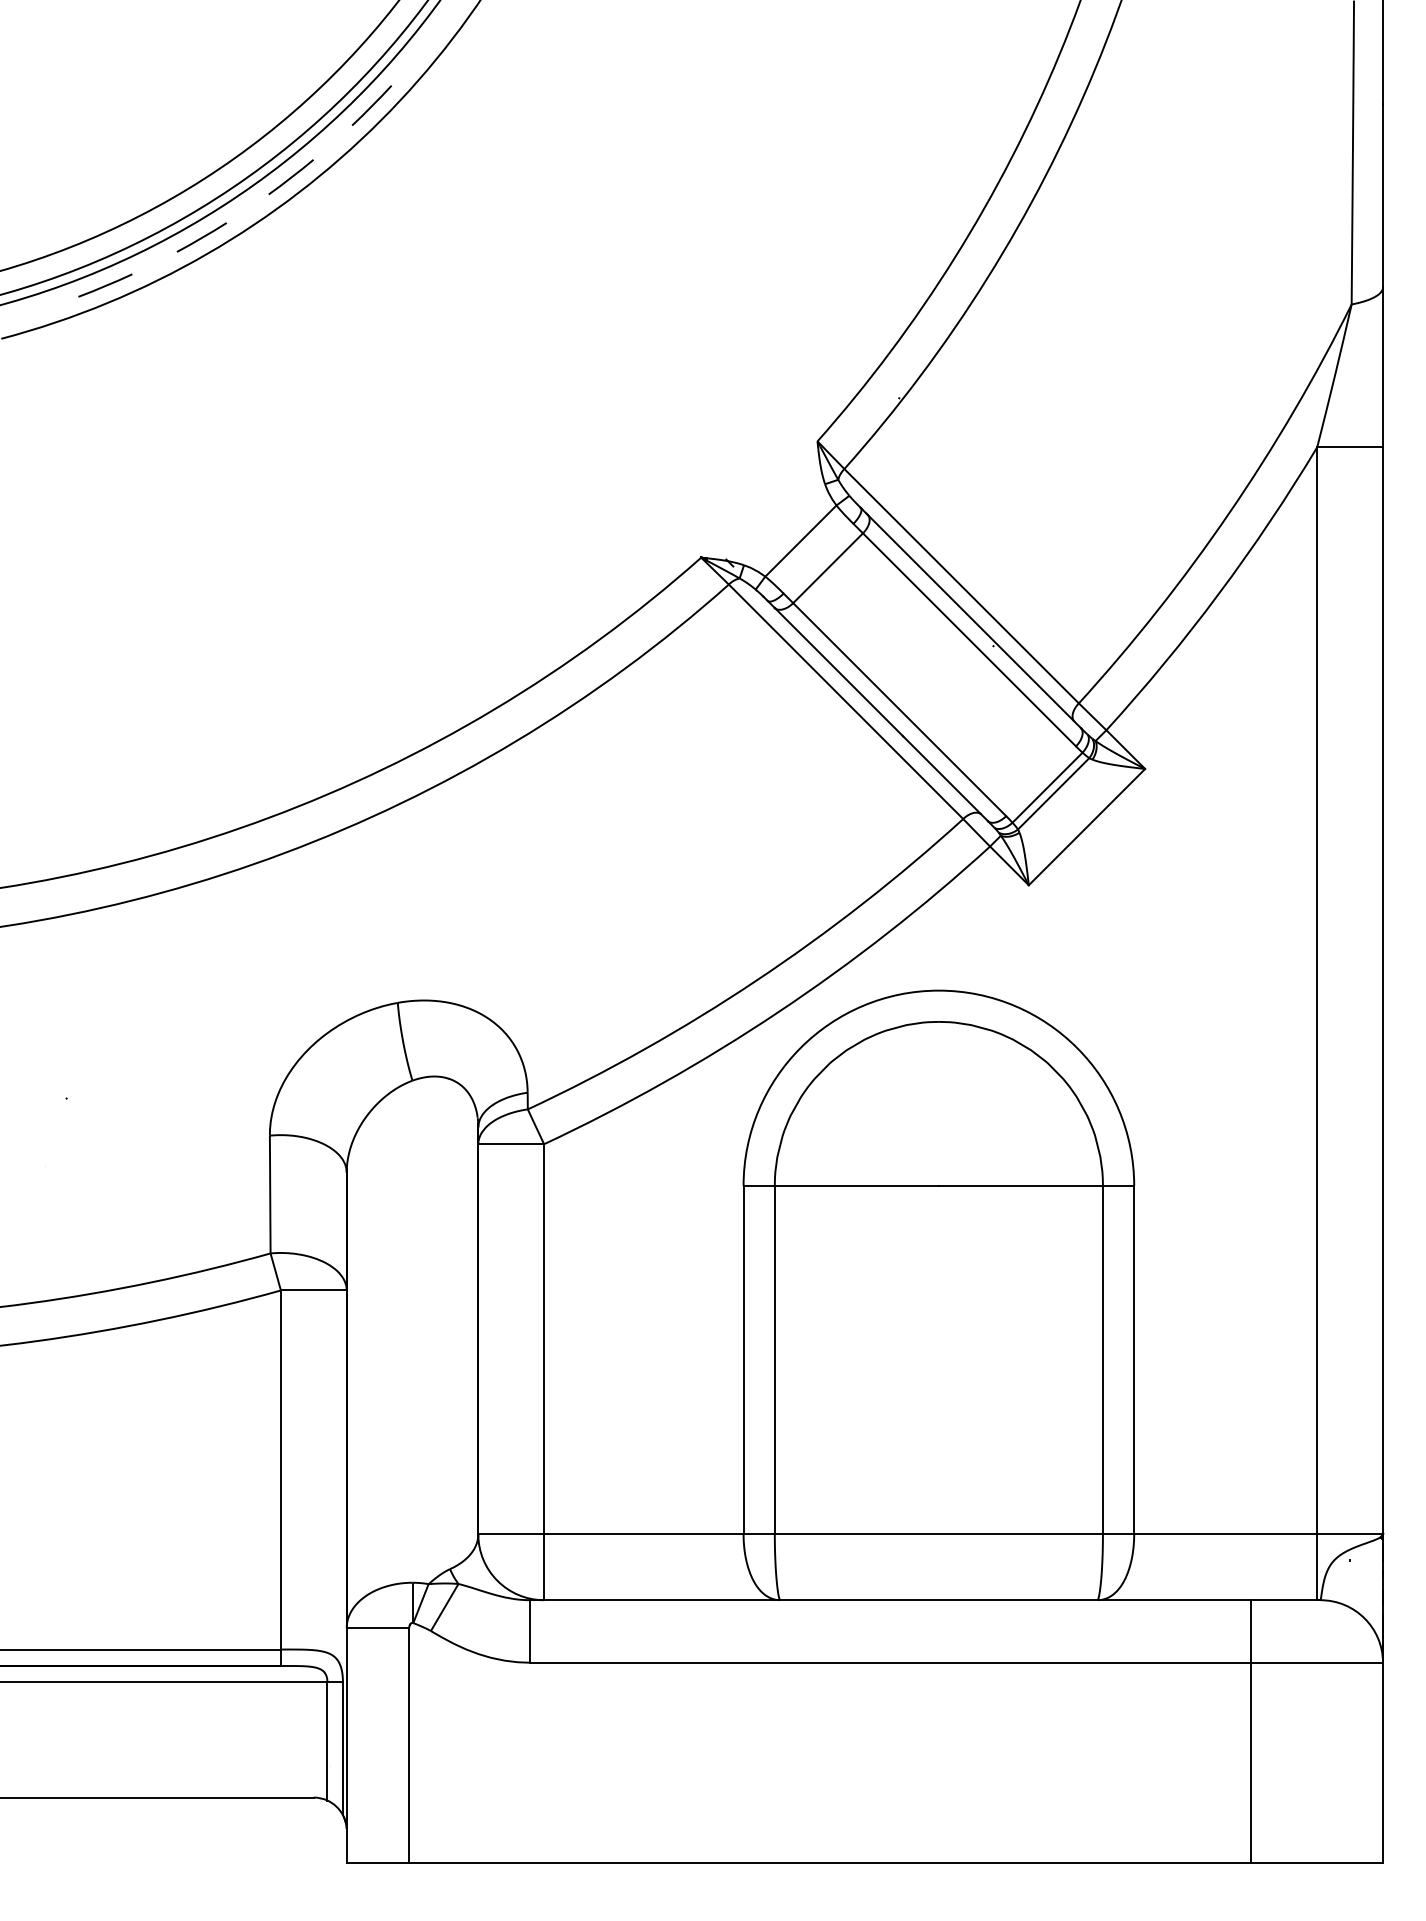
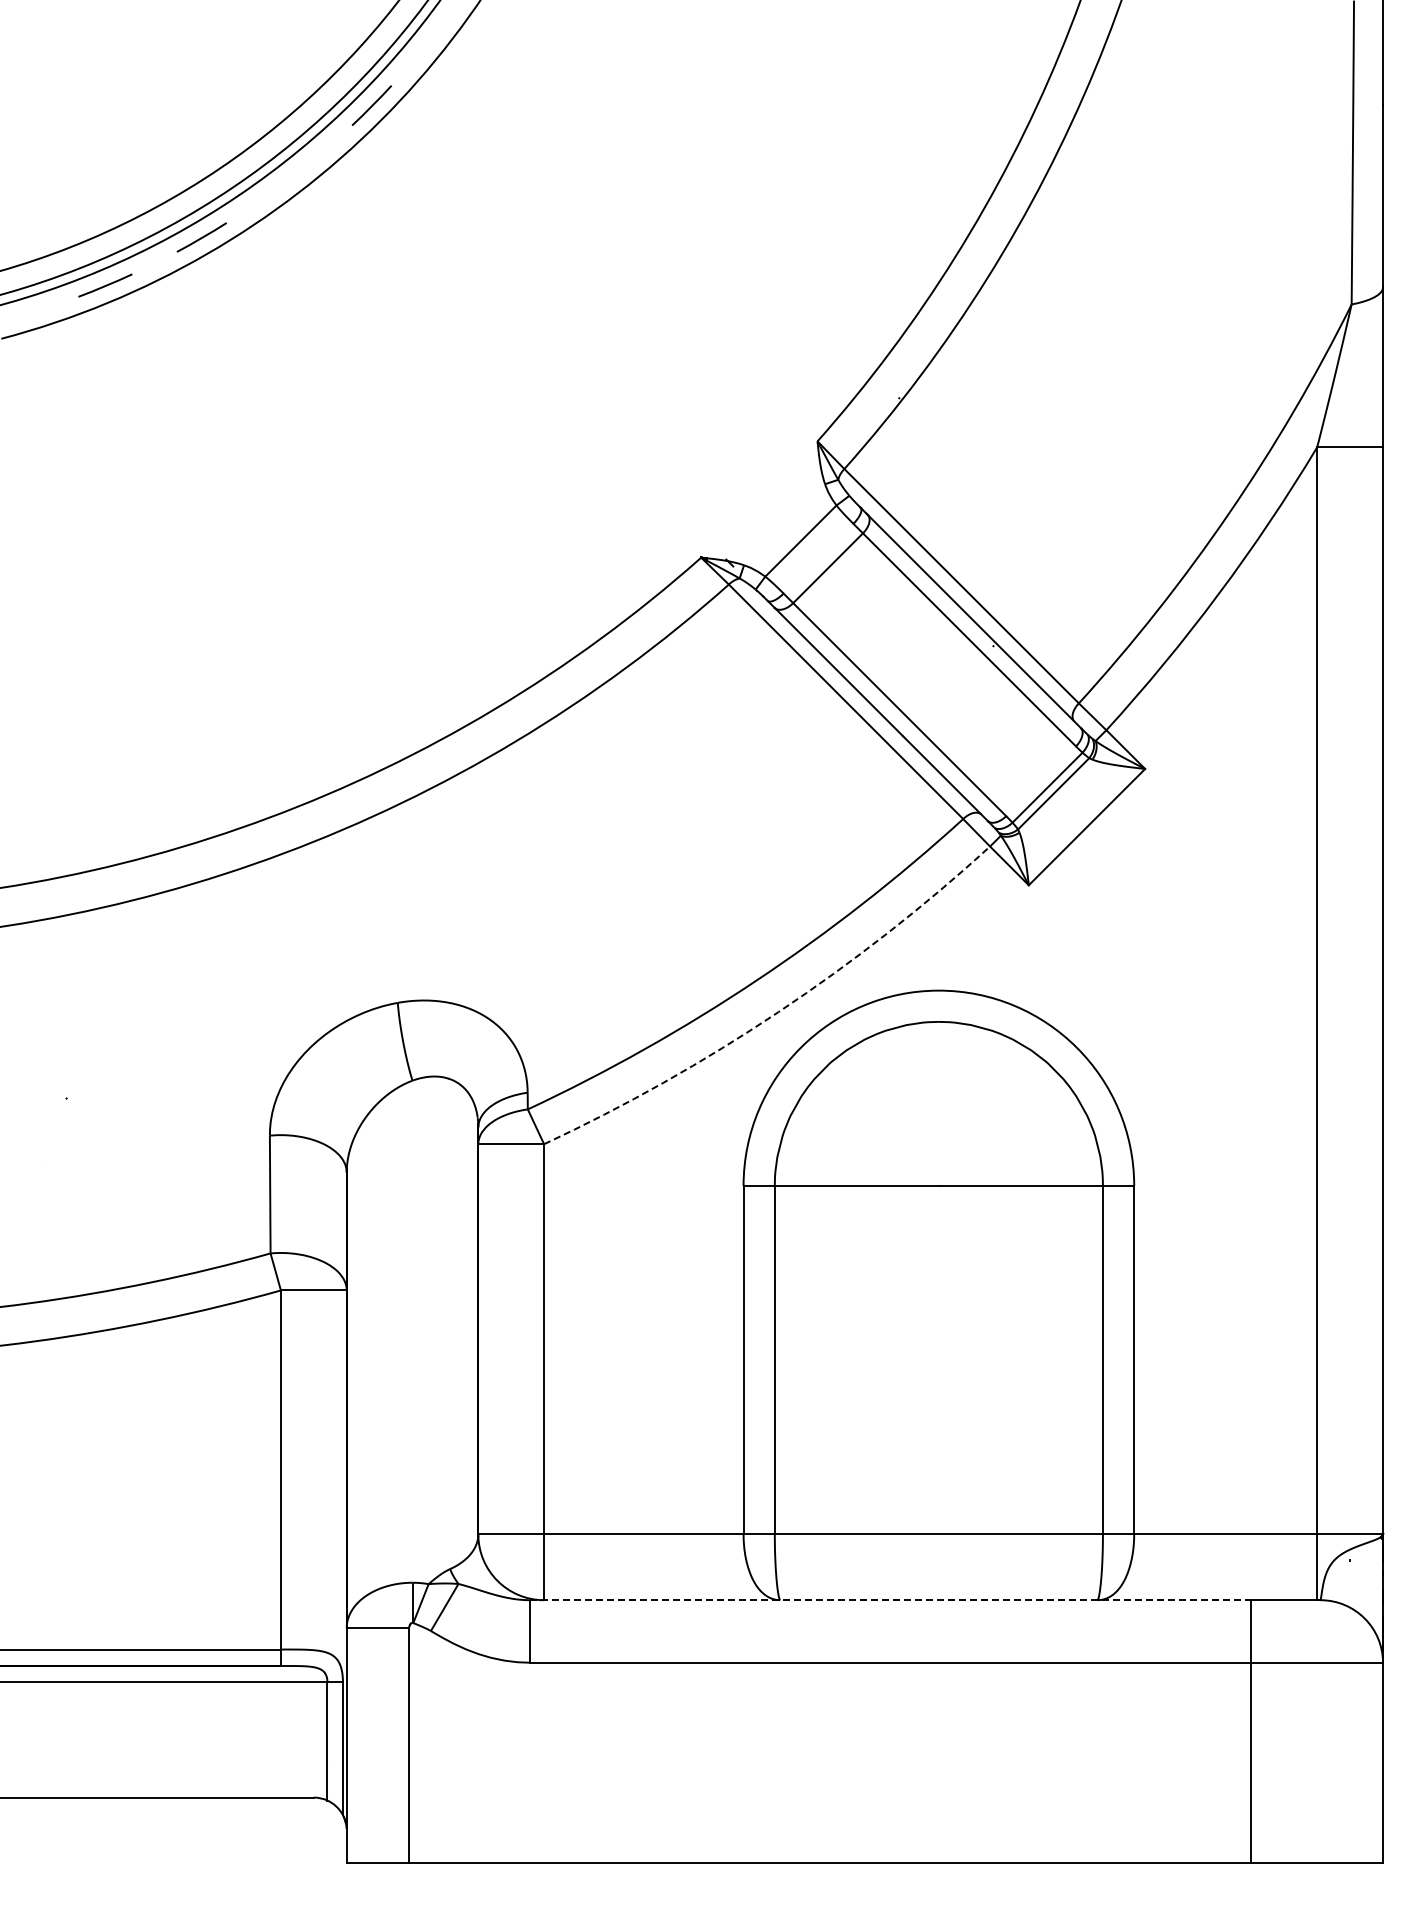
line at (291, 176): present -> none
arc at (778, 1012): solid -> dashed
line at (890, 1600): solid -> dashed
